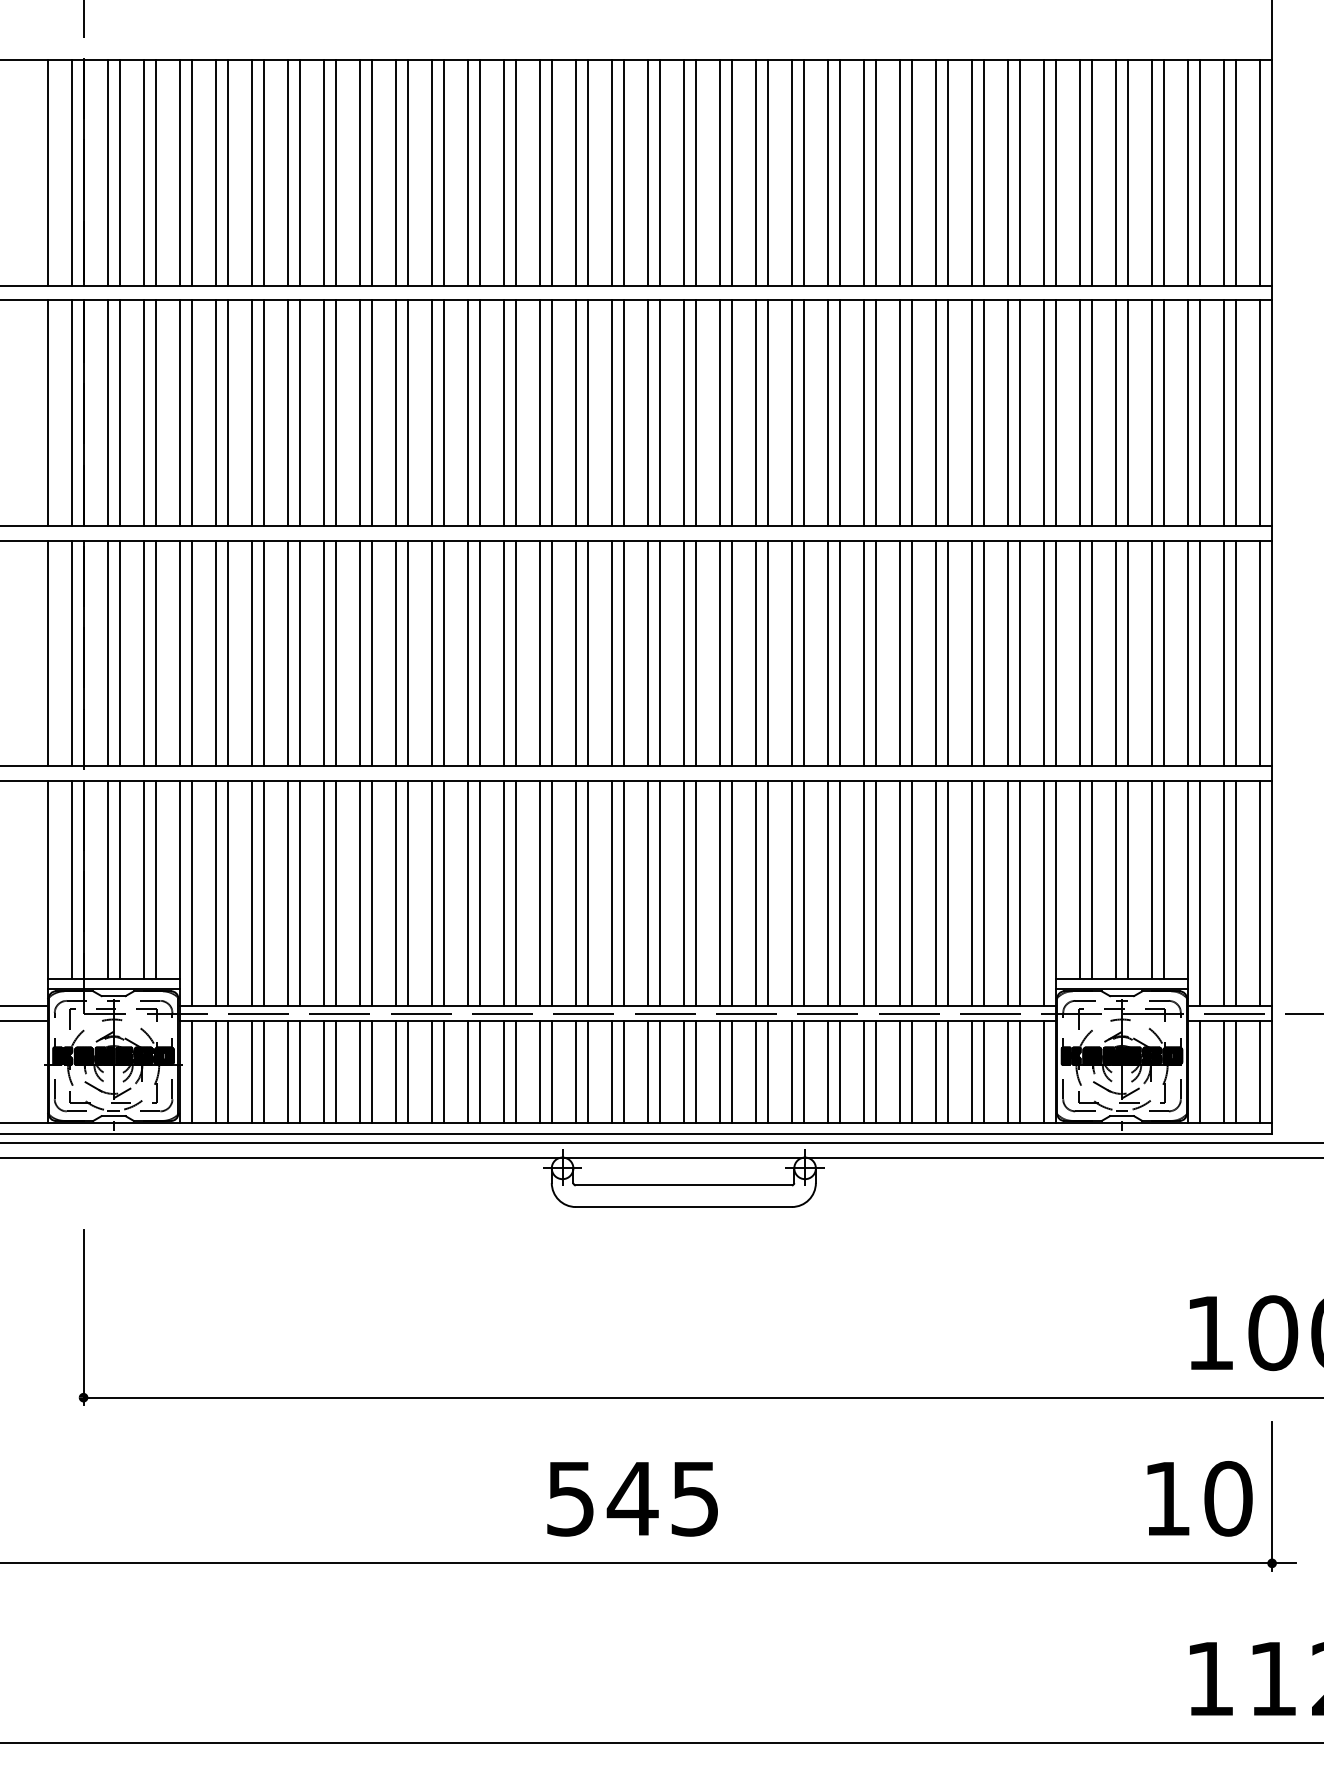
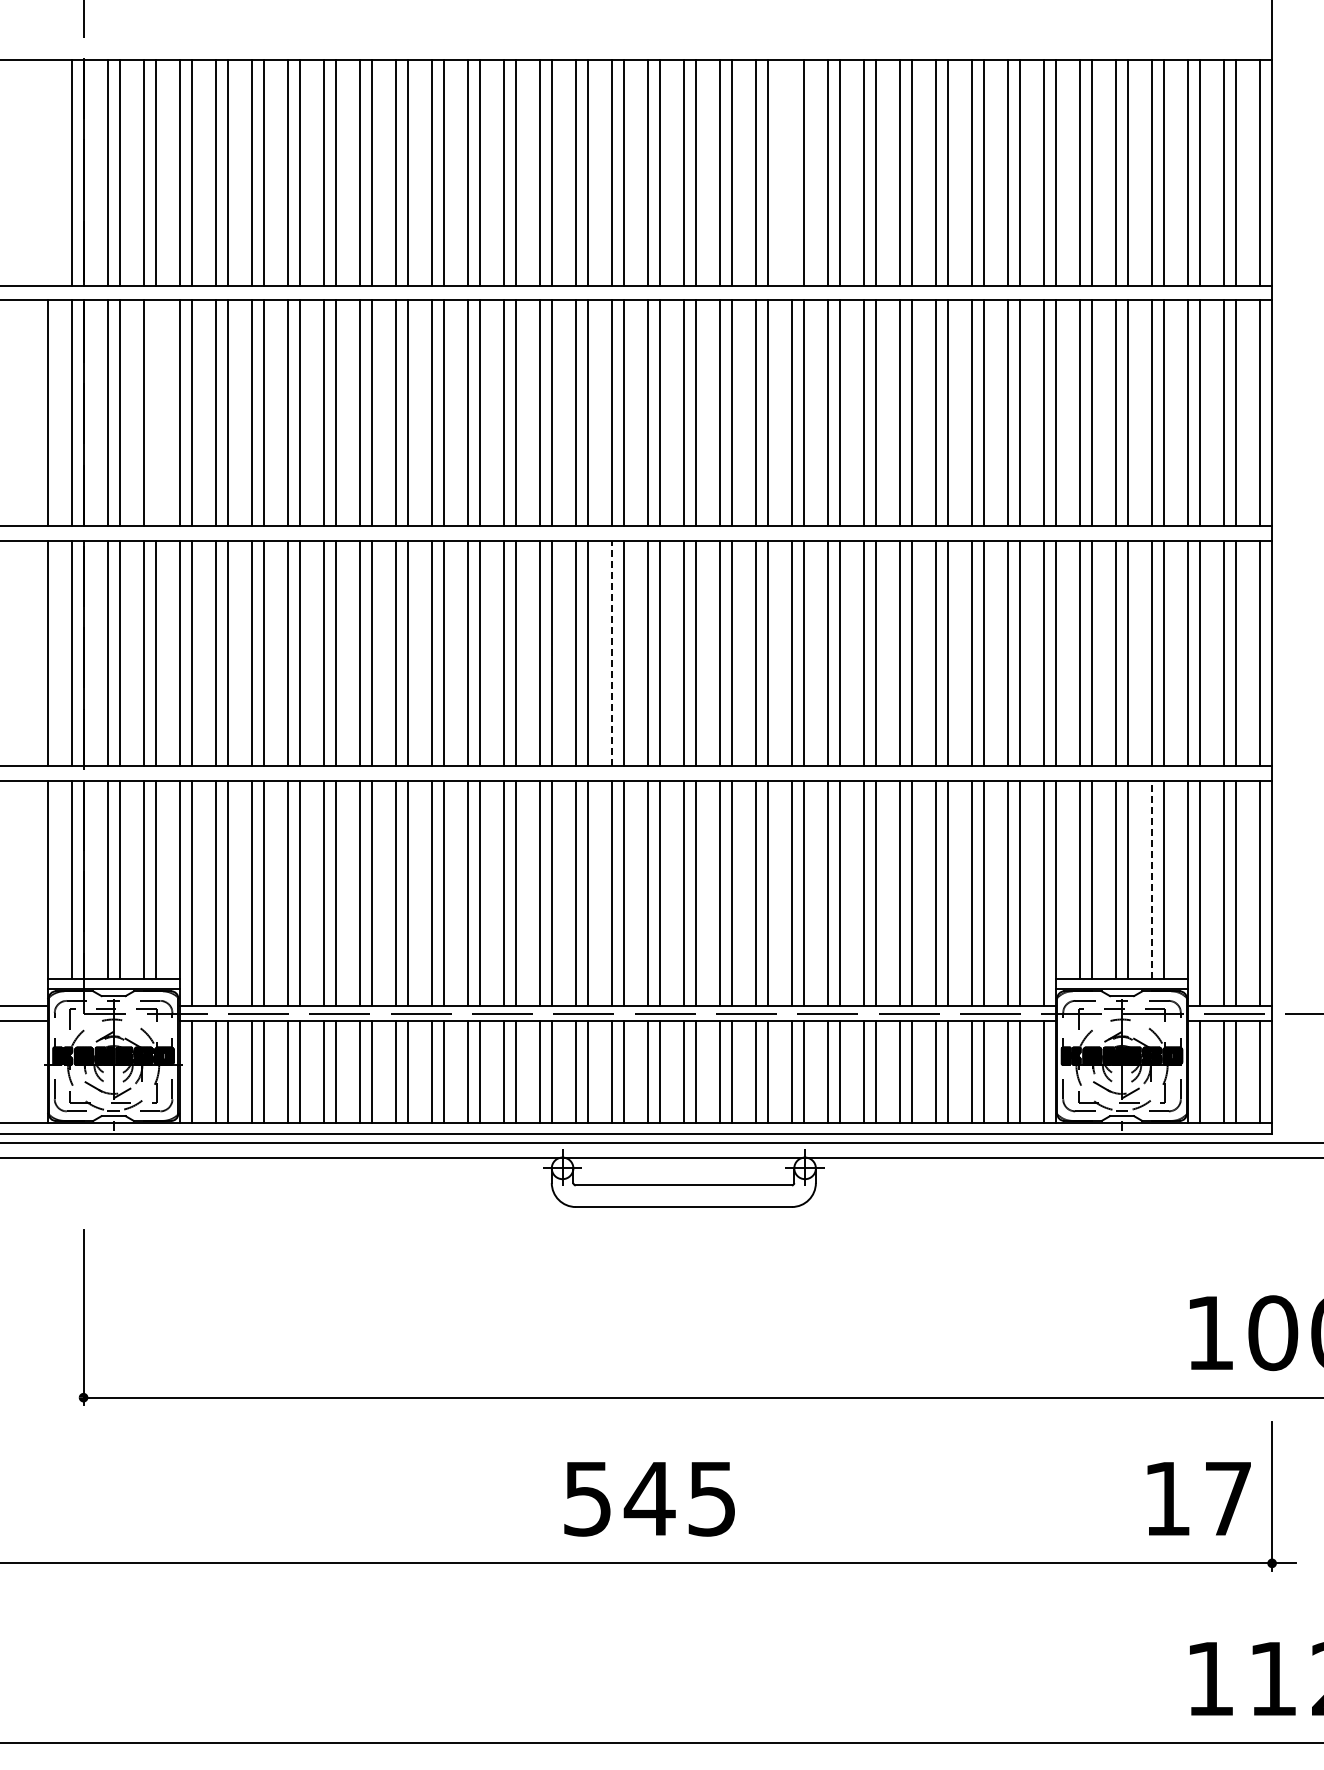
line at (47, 173): present -> none
line at (791, 173): present -> none
line at (155, 413): present -> none
line at (611, 653): solid -> dashed
line at (1152, 879): solid -> dashed
text at (1228, 1498): 10 -> 17
text at (632, 1499) position: (632, 1499) -> (649, 1499)
